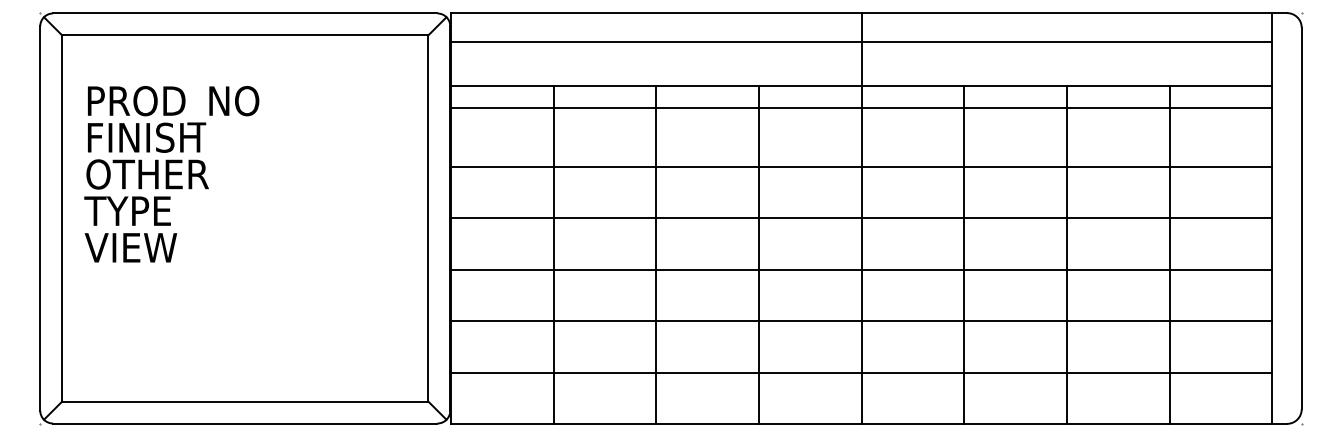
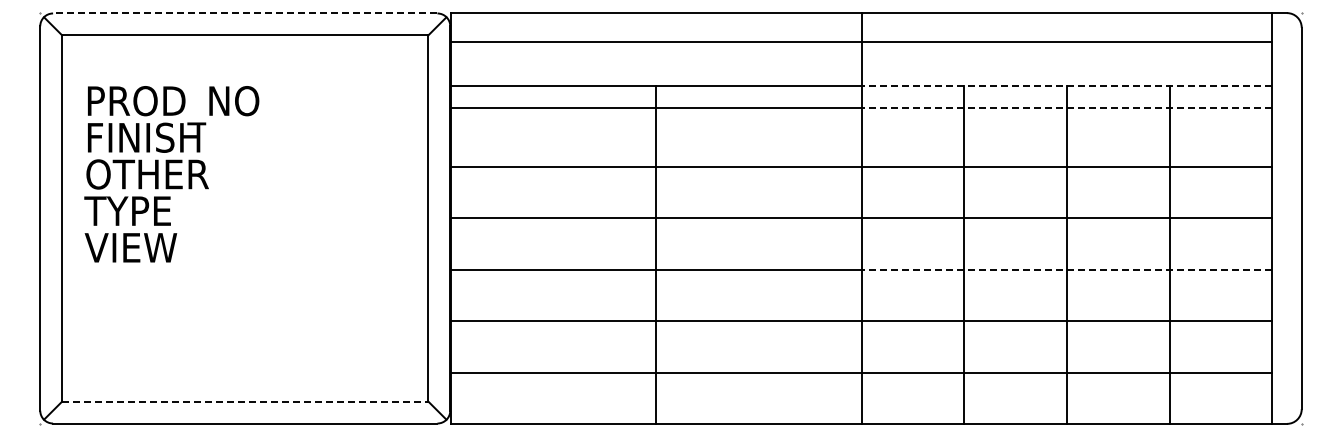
line at (244, 13): solid -> dashed
line at (1066, 86): solid -> dashed
line at (1066, 108): solid -> dashed
line at (553, 254): present -> none
line at (758, 254): present -> none
line at (1066, 269): solid -> dashed
line at (245, 401): solid -> dashed
